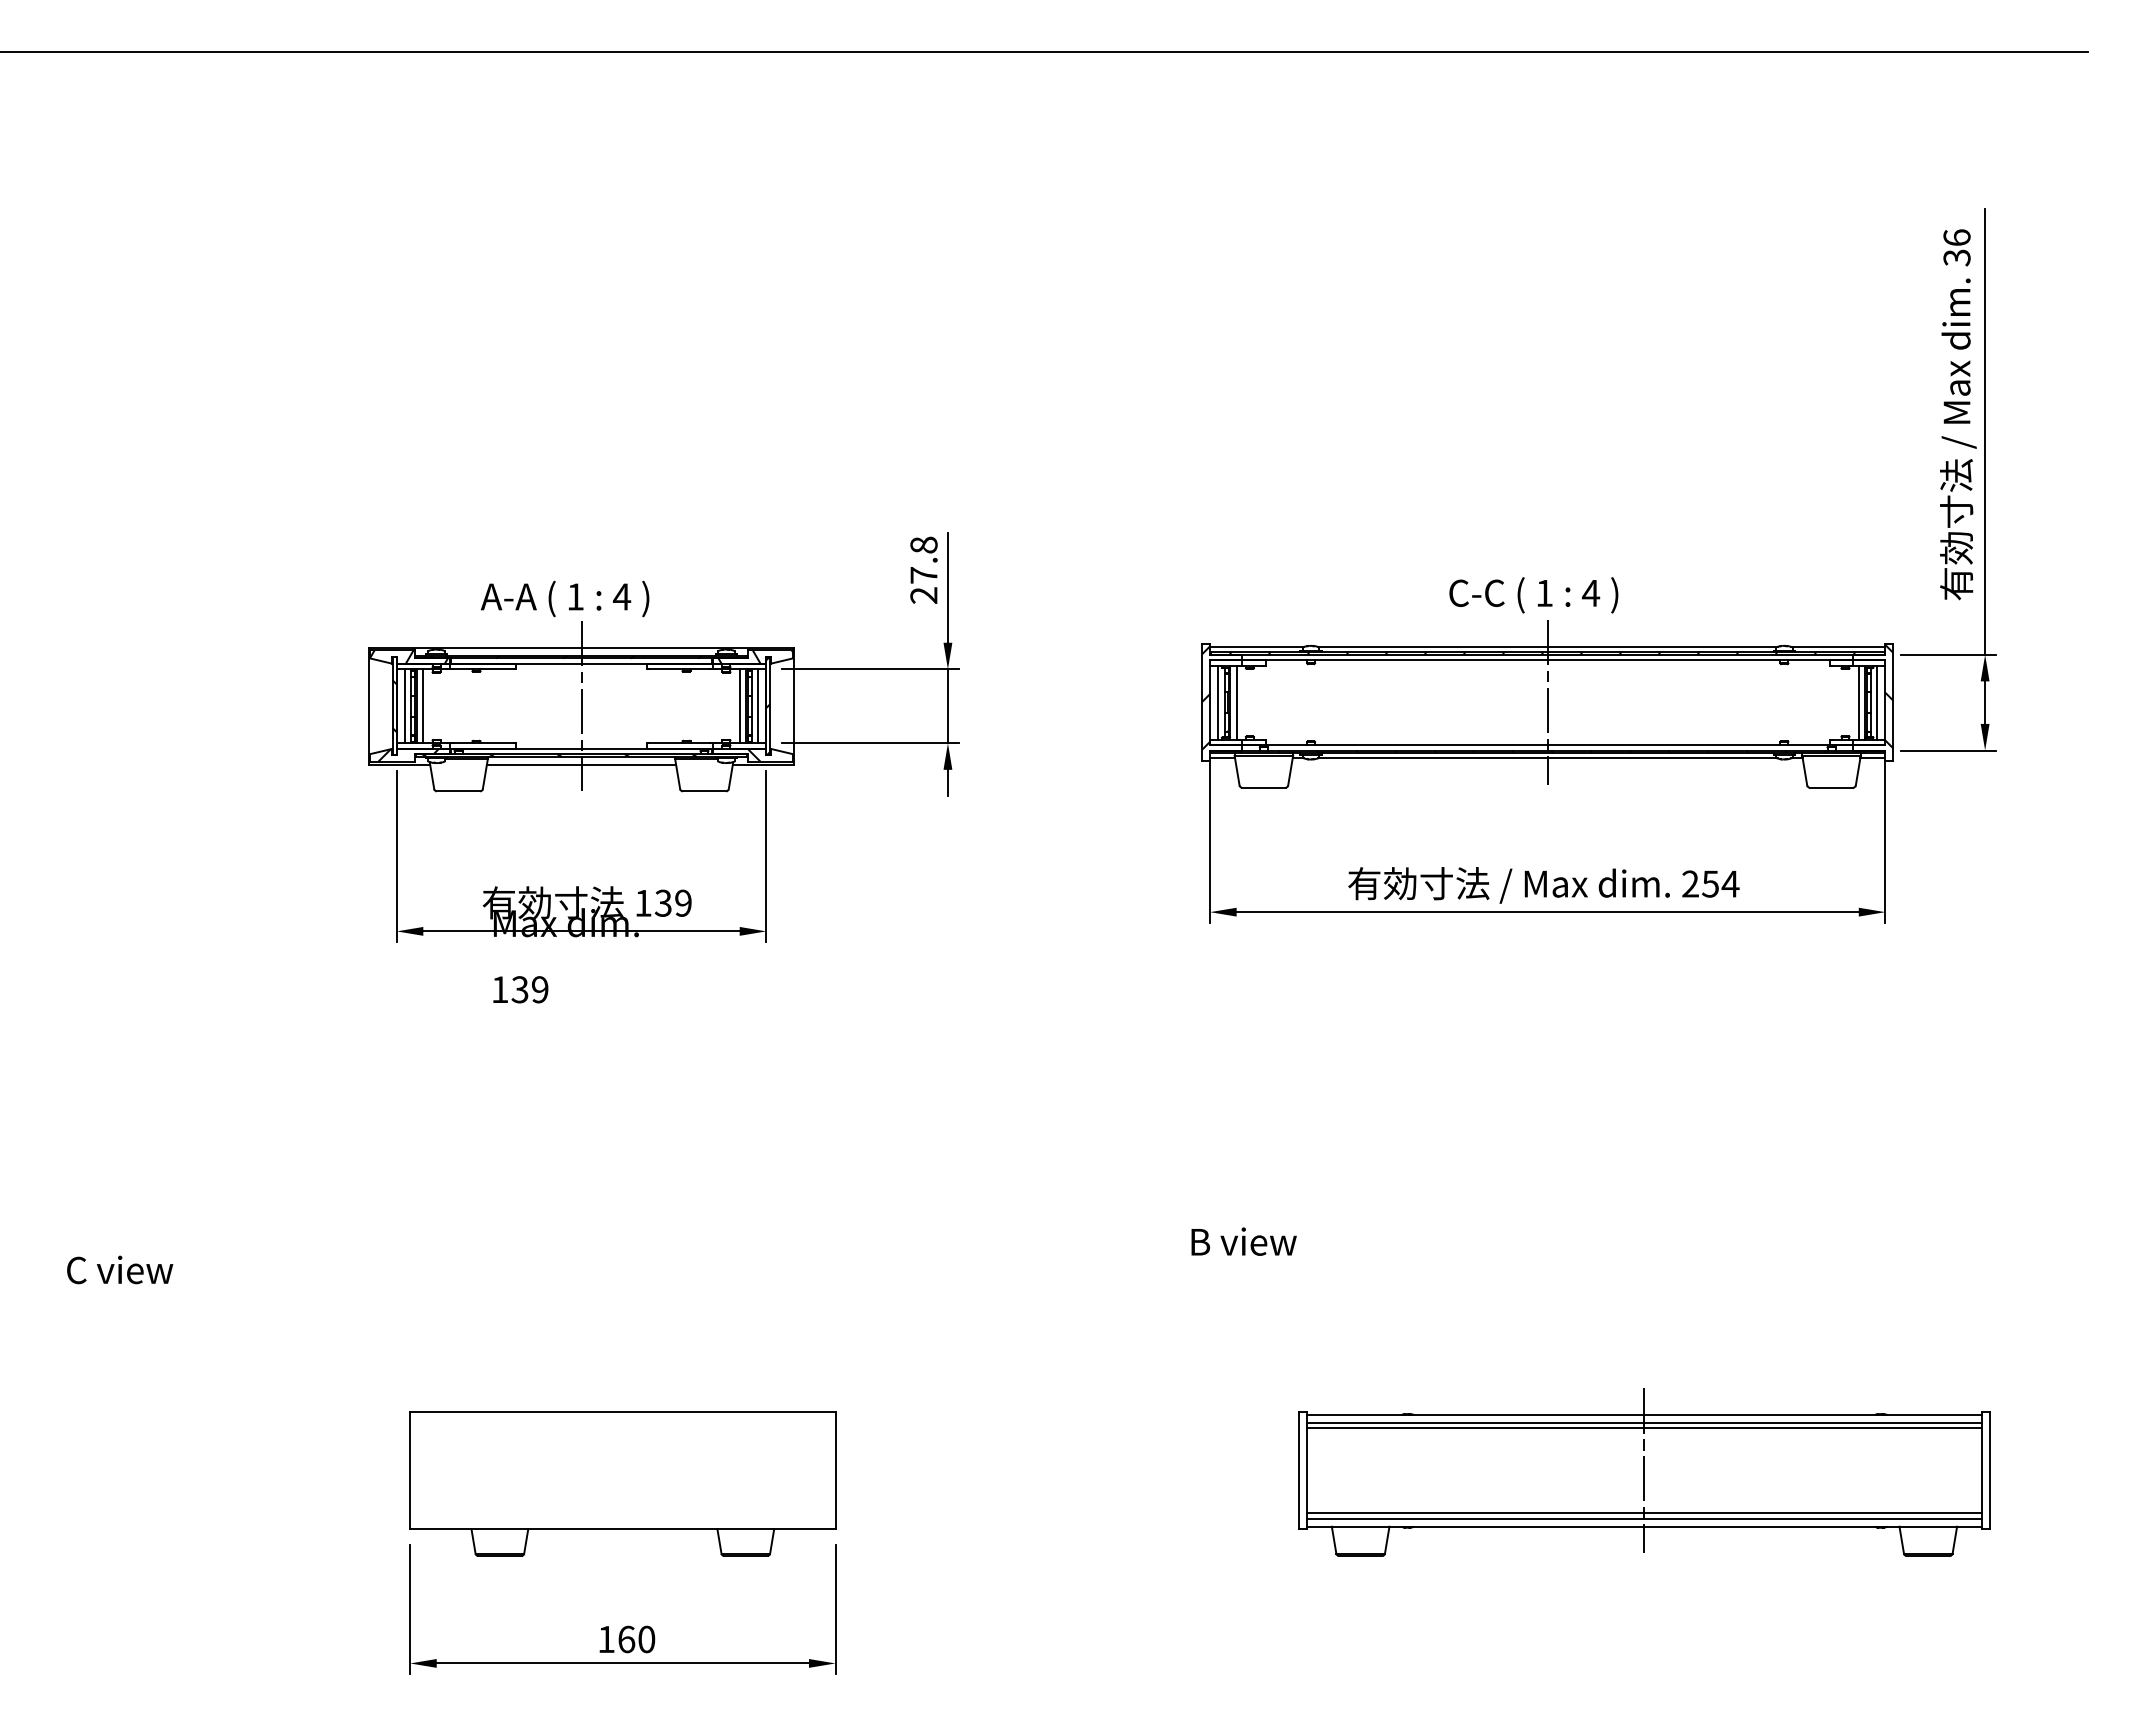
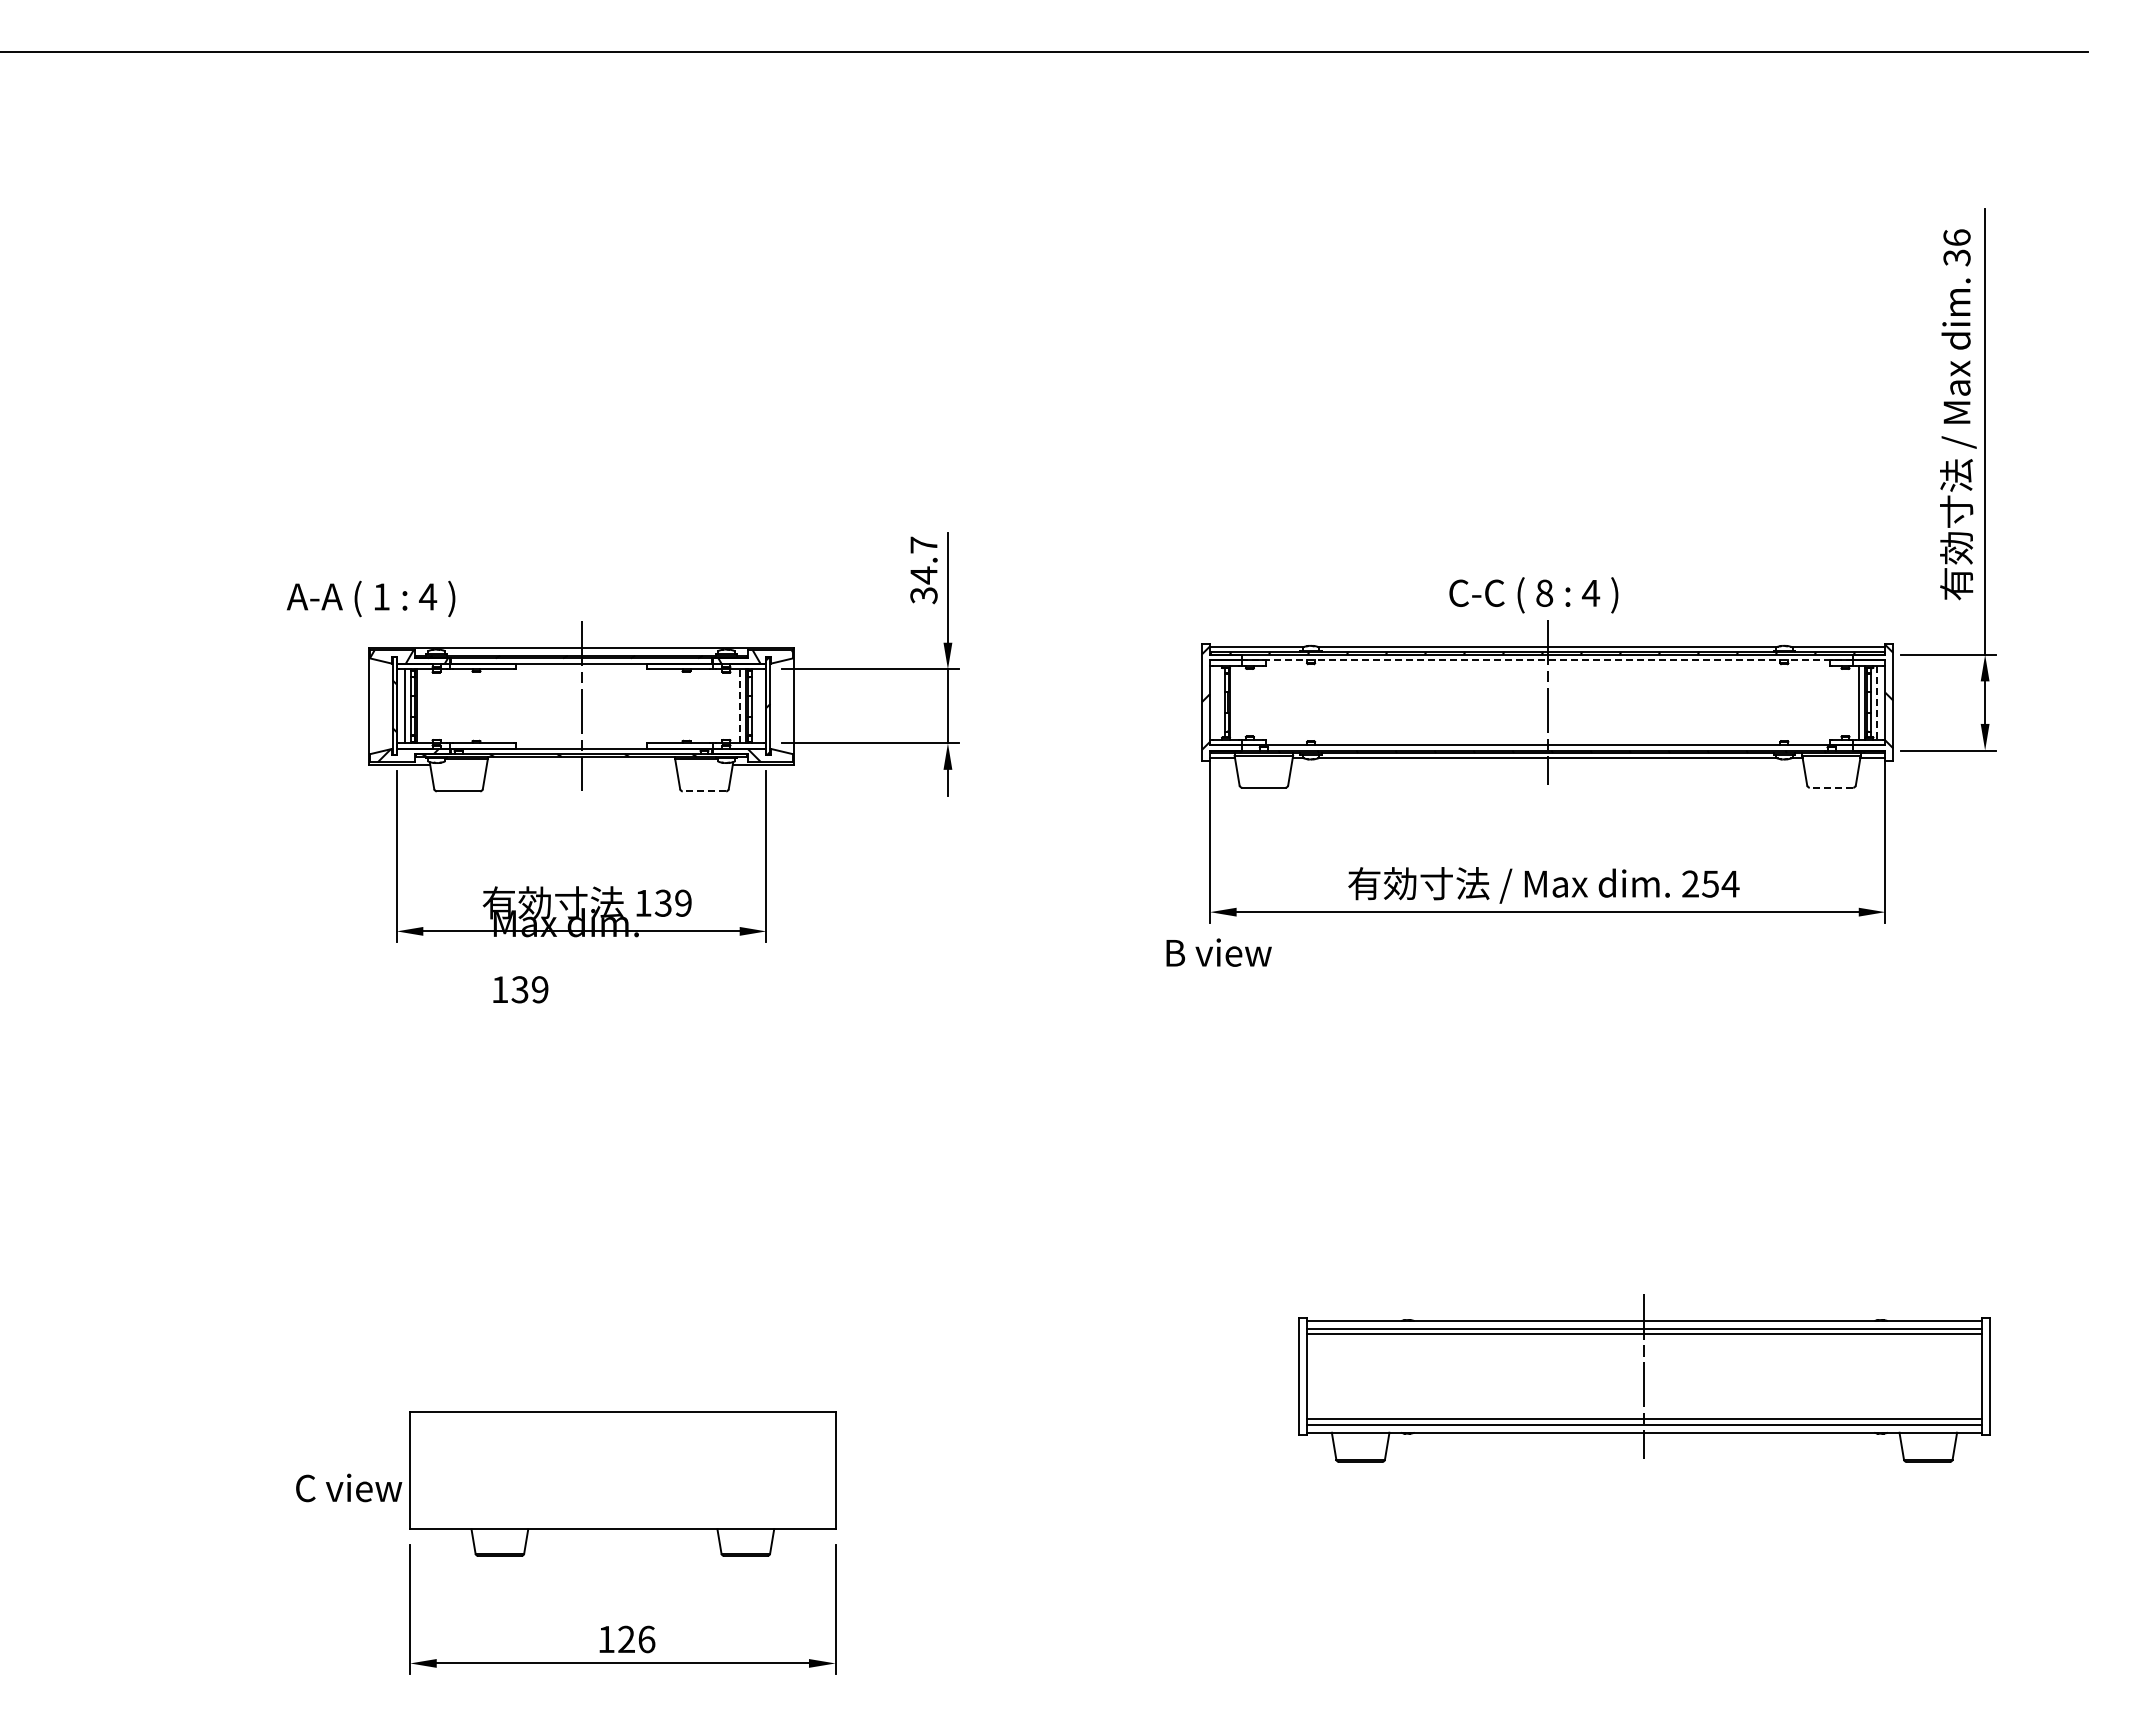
text at (923, 570): 27.8 -> 34.7
text at (1544, 592): 1 -> 8
text at (565, 598) position: (565, 598) -> (371, 598)
line at (1547, 660): solid -> dashed
line at (1218, 702): present -> none
line at (1236, 702): present -> none
line at (1877, 702): solid -> dashed
line at (423, 706): present -> none
line at (739, 706): solid -> dashed
line at (758, 706): present -> none
line at (581, 764): present -> none
line at (1831, 787): solid -> dashed
line at (704, 791): solid -> dashed
text at (1243, 1241) position: (1243, 1241) -> (1218, 952)
text at (120, 1269) position: (120, 1269) -> (349, 1487)
part at (1644, 1472) position: (1644, 1472) -> (1644, 1378)
text at (636, 1639): 160 -> 126
